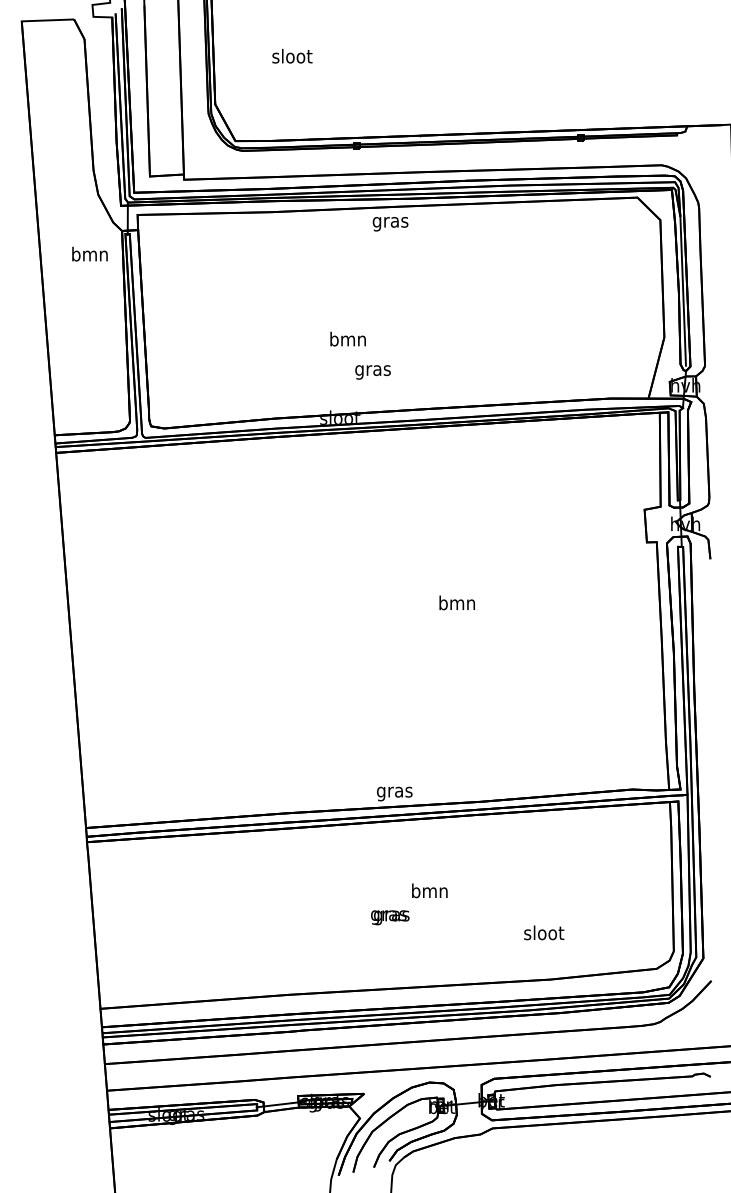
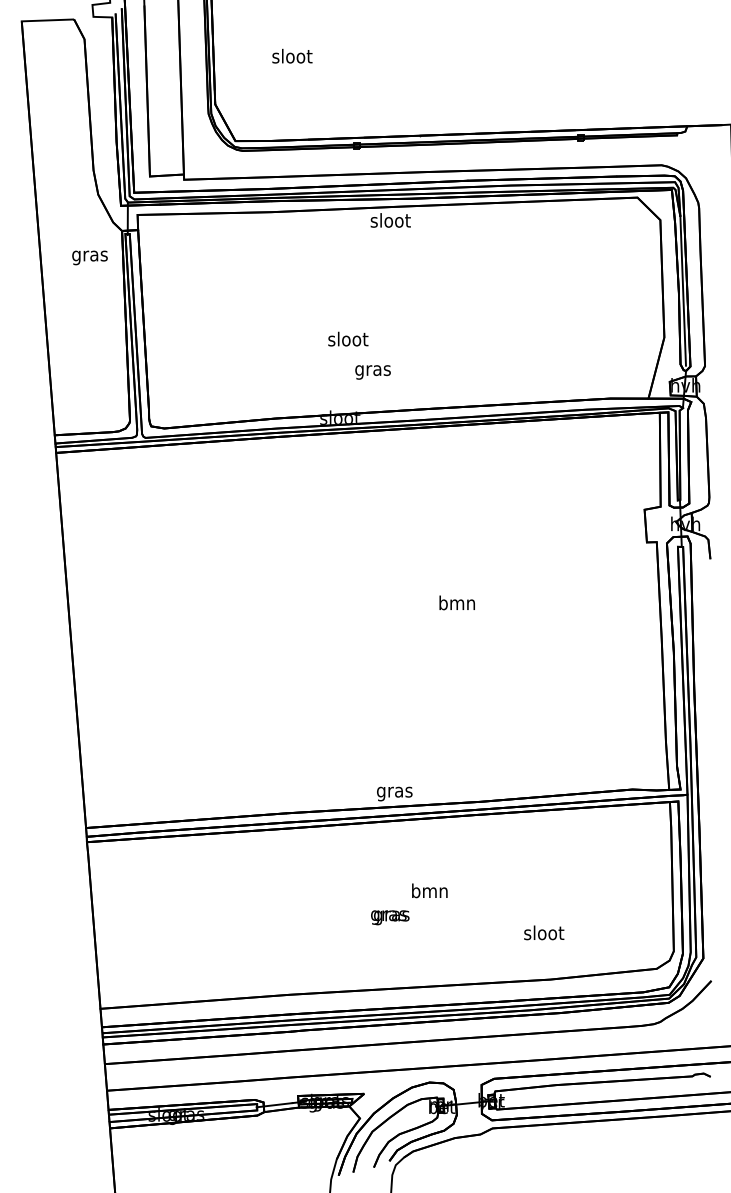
text at (390, 222): gras -> sloot
text at (89, 255): bmn -> gras
text at (348, 338): bmn -> sloot
